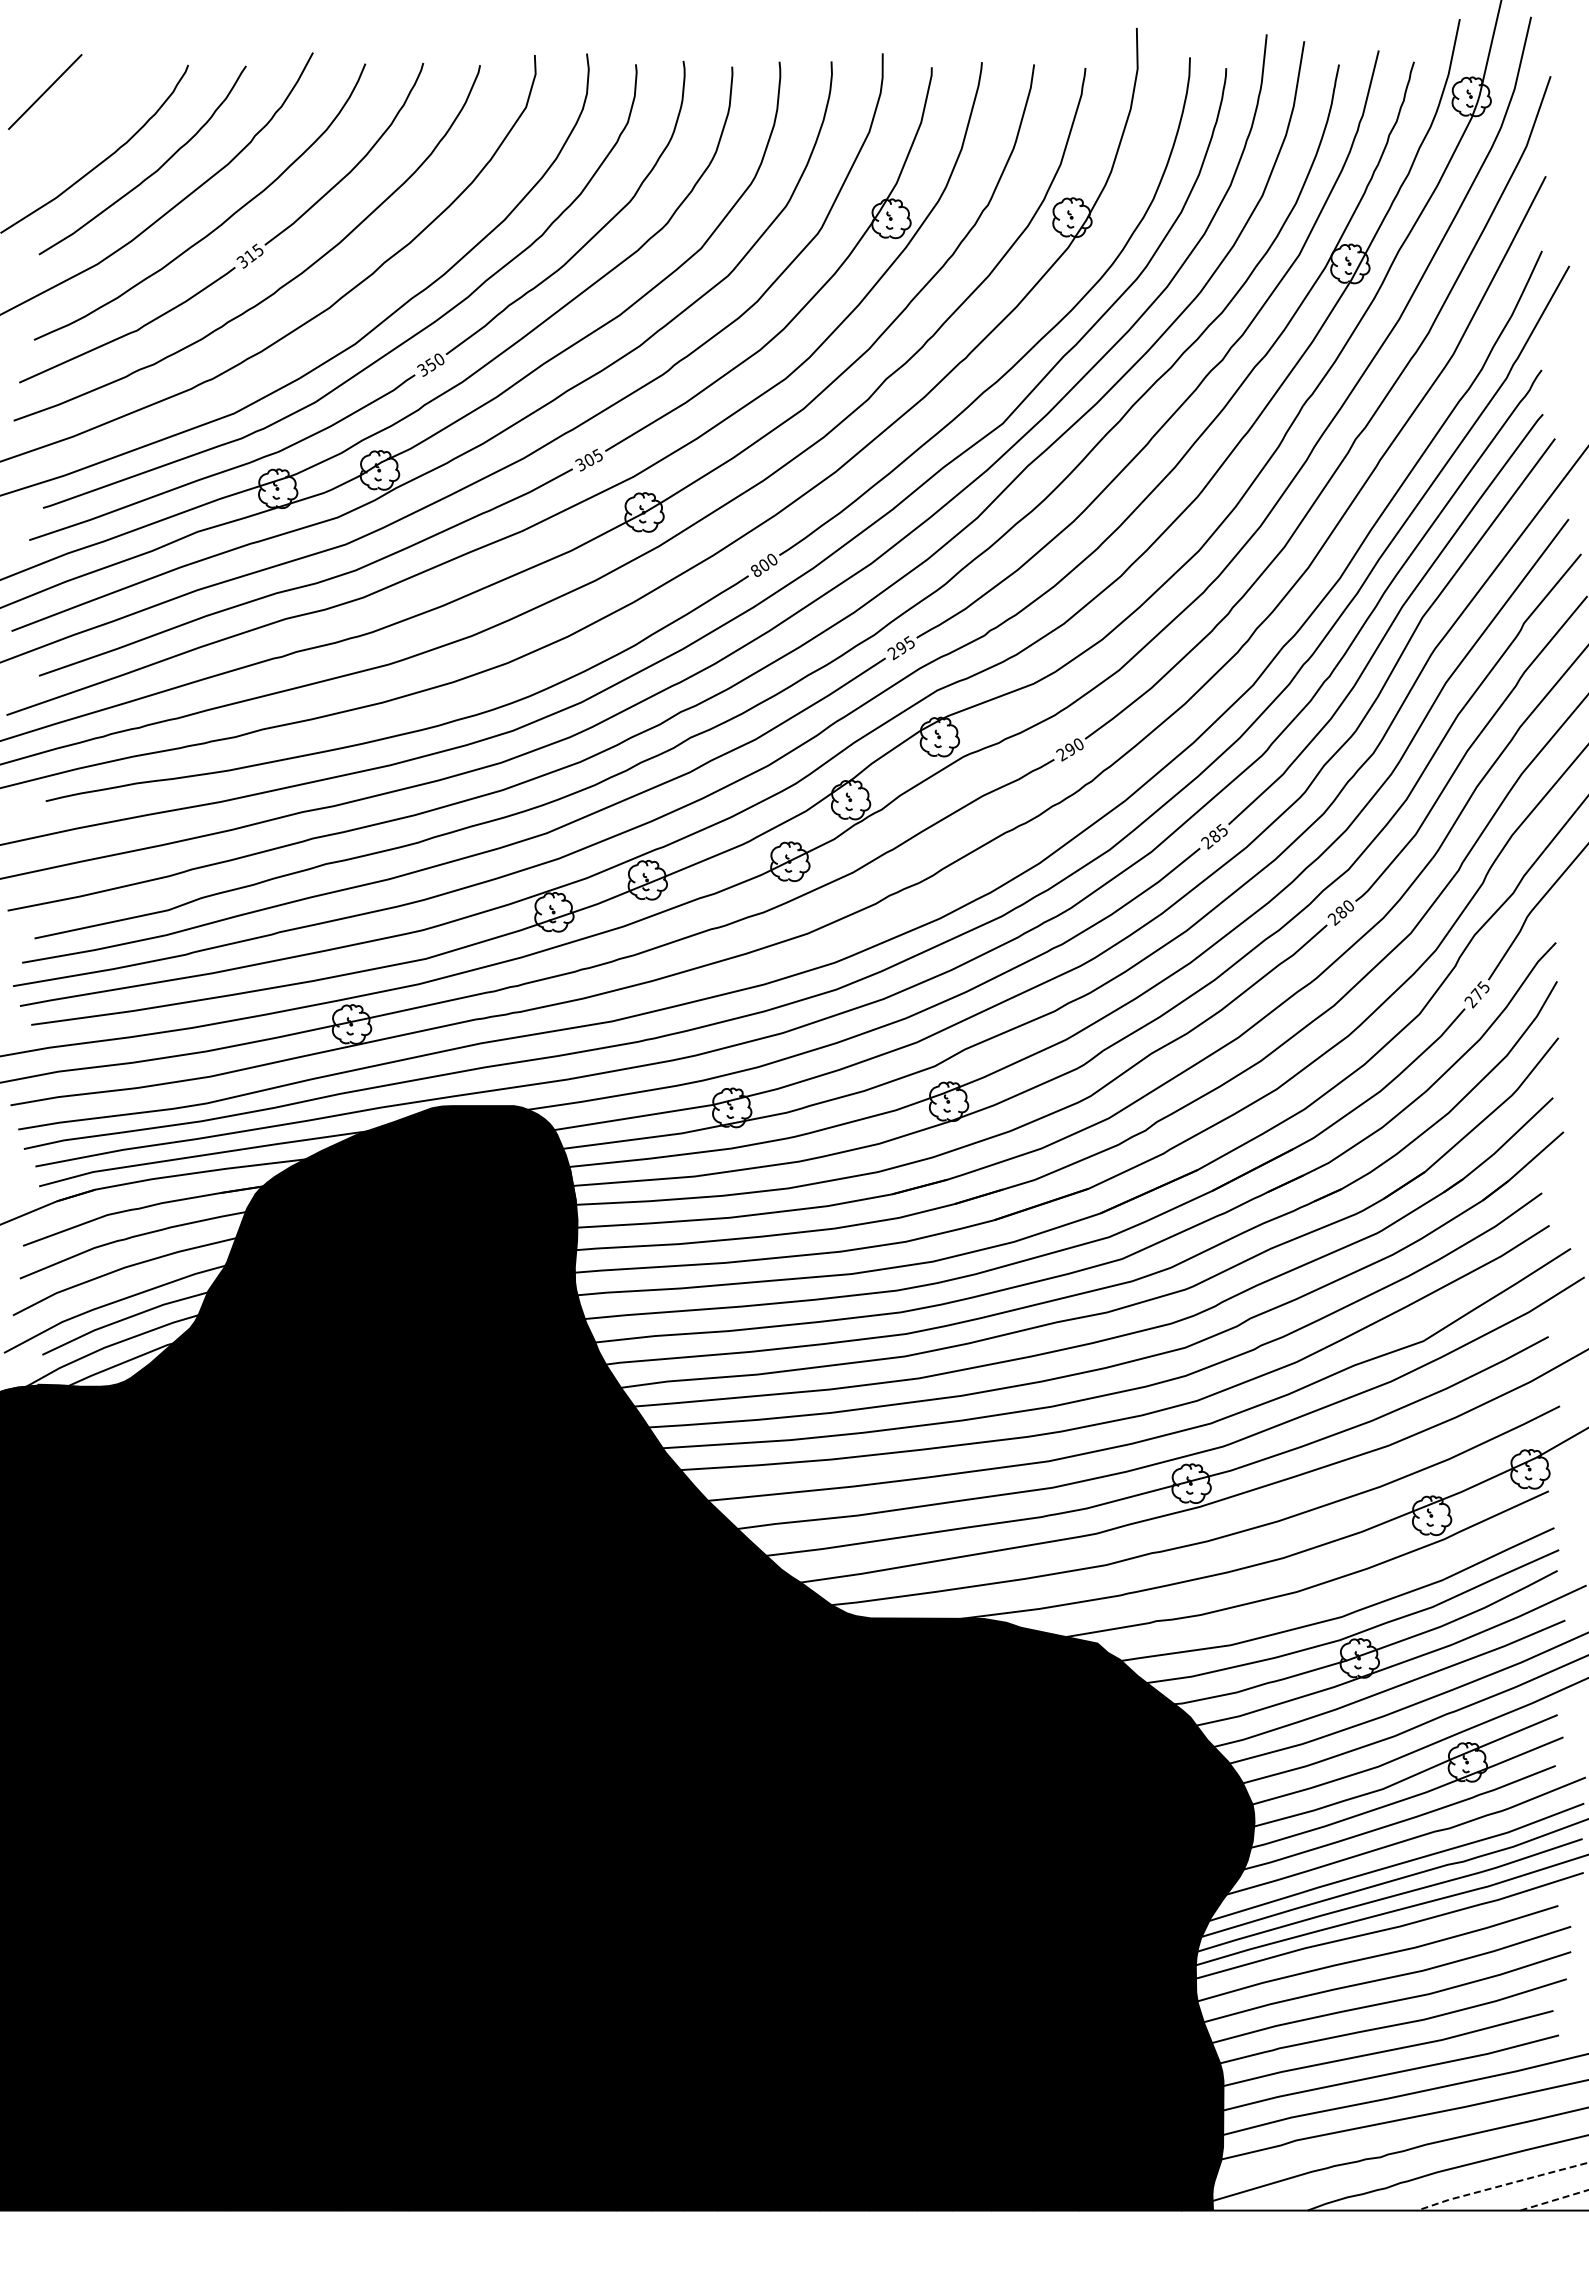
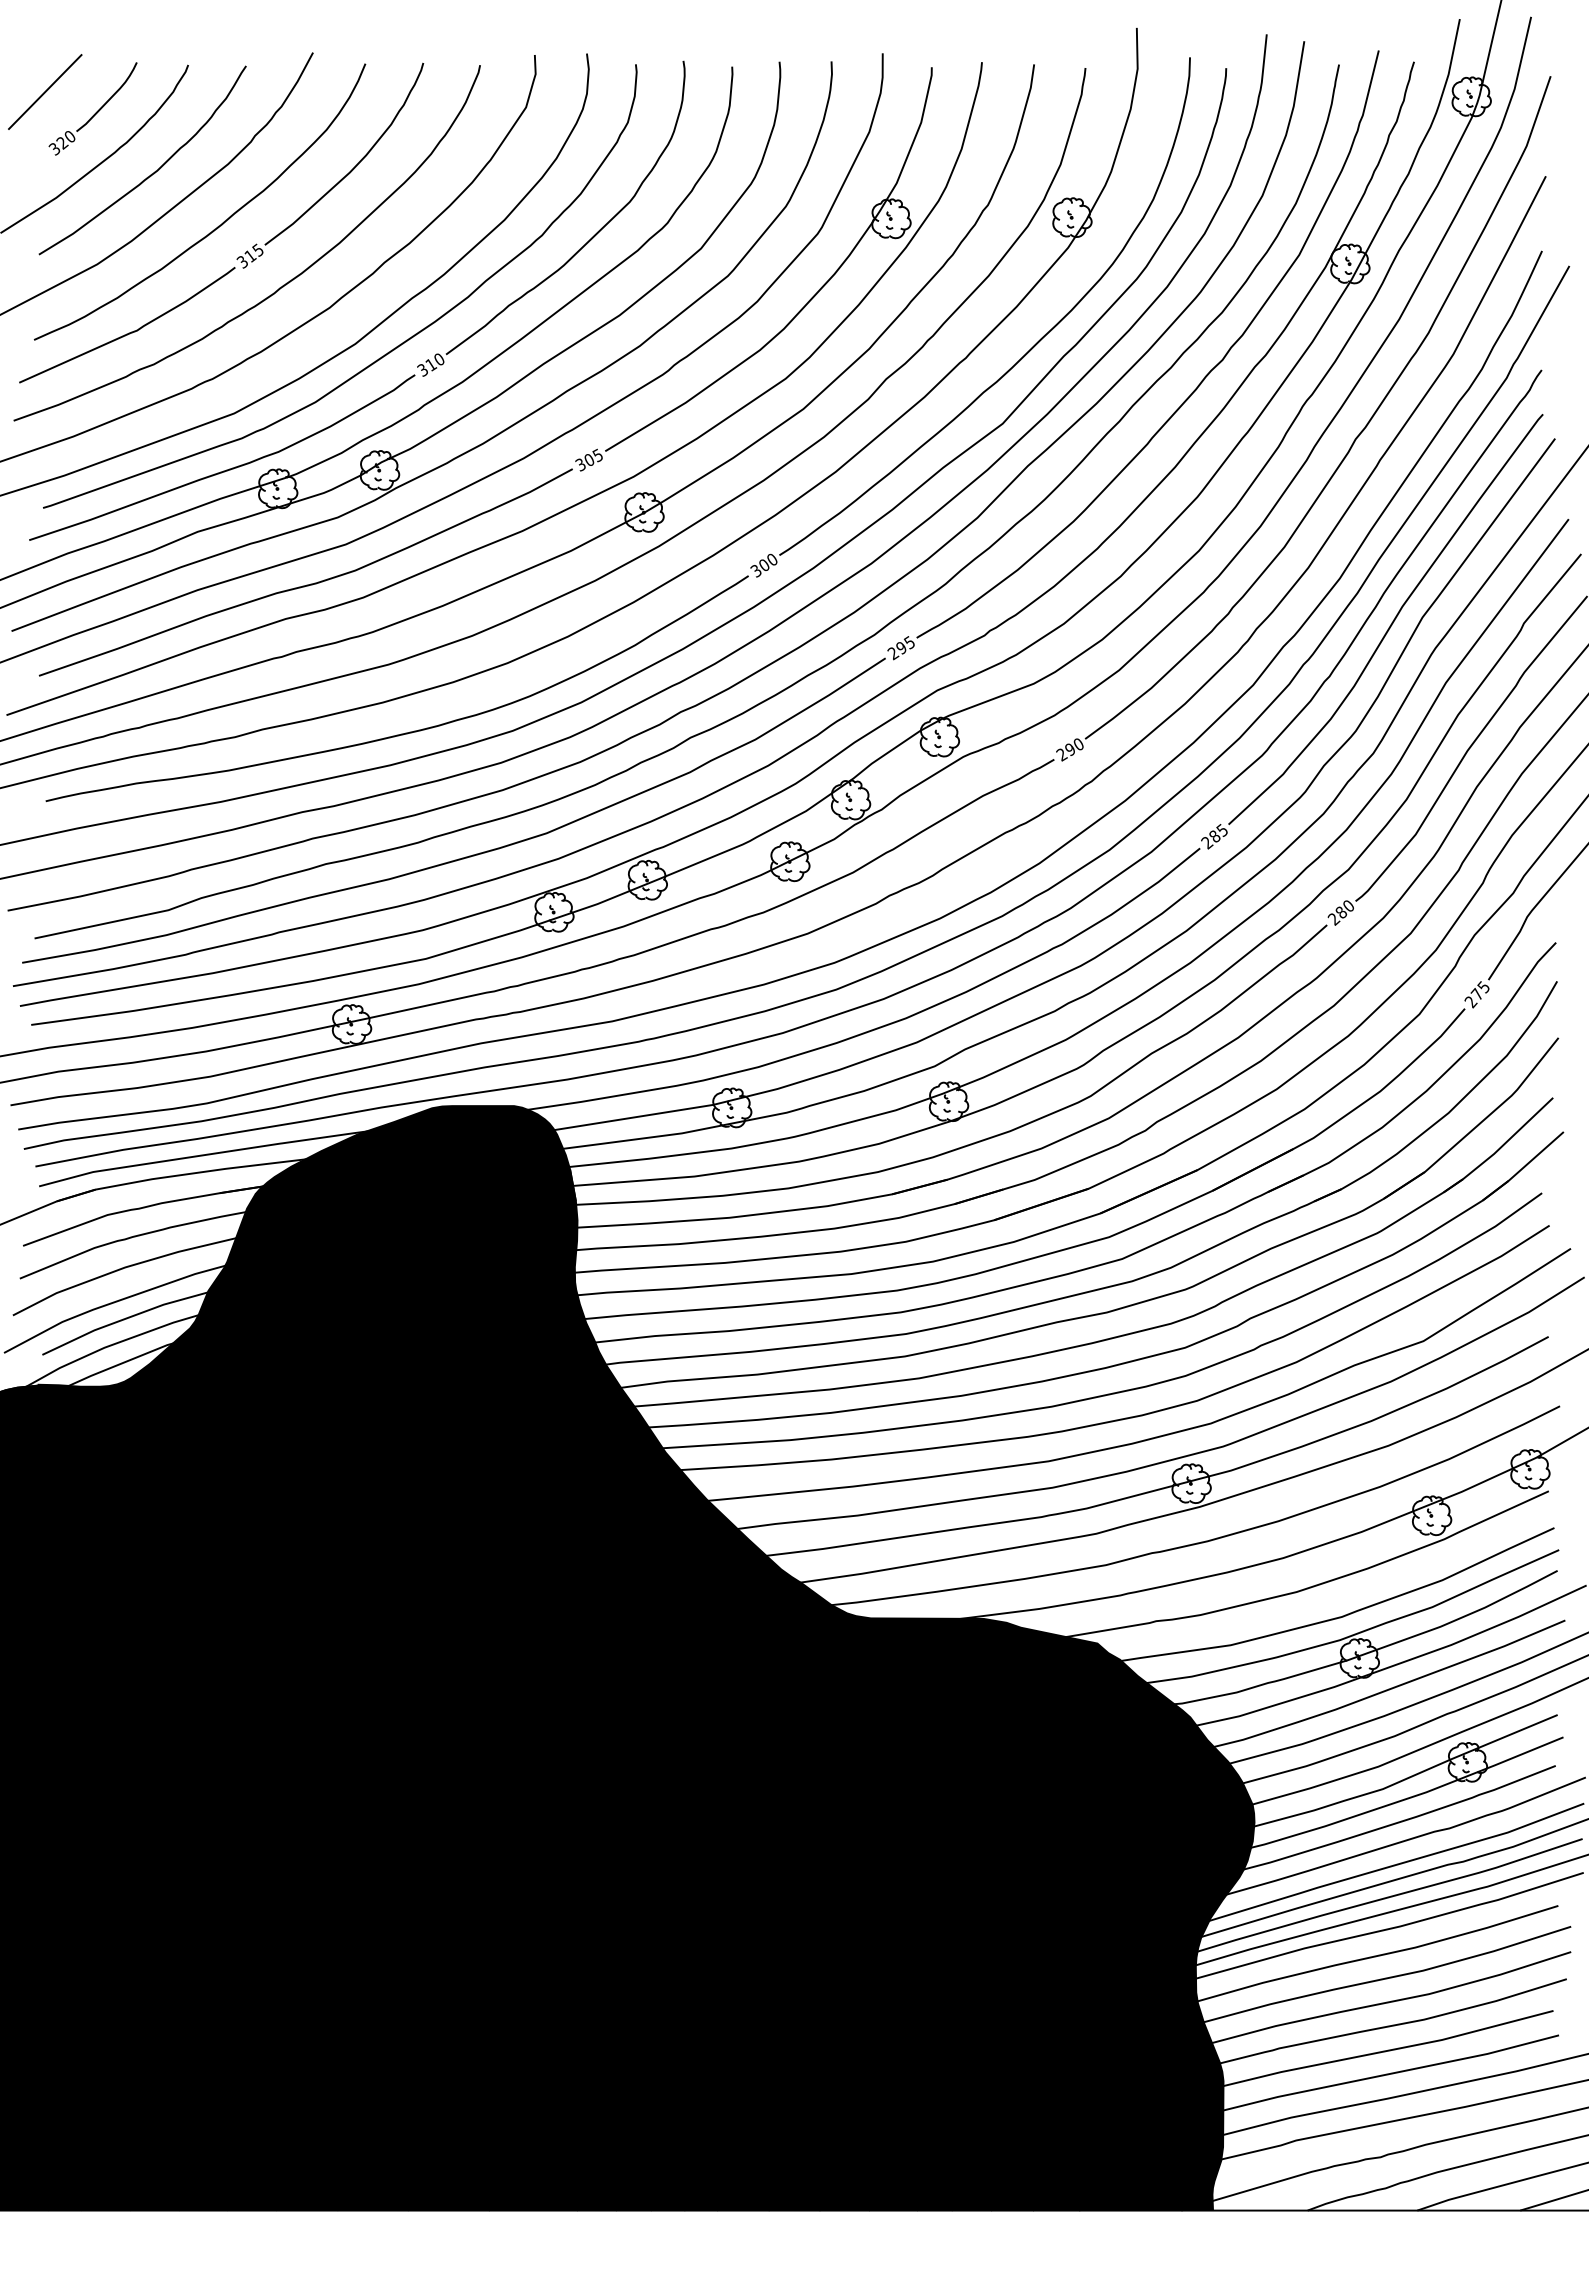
part at (92, 108): none -> present
text at (431, 364): 350 -> 310
text at (755, 570): 800 -> 300
line at (1501, 2185): dashed -> solid
line at (1554, 2200): dashed -> solid
